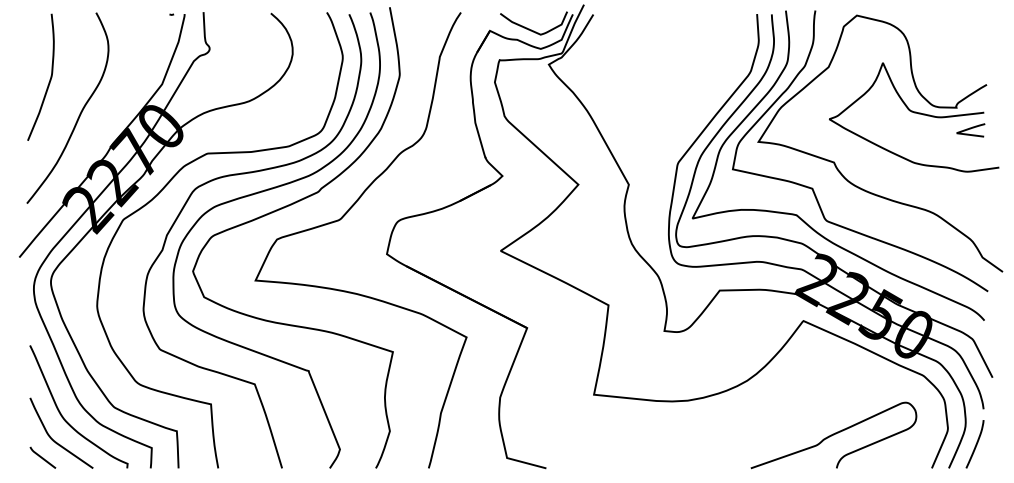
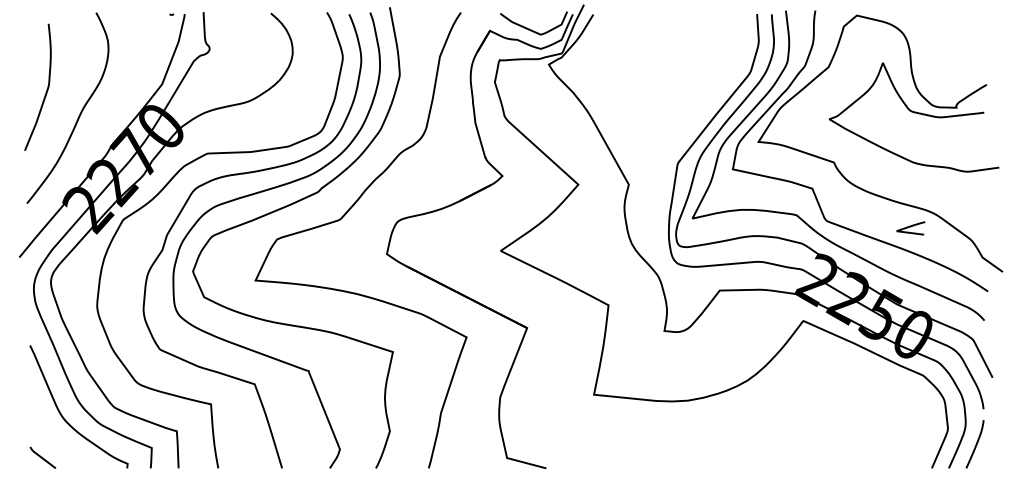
curve at (49, 79) position: (49, 79) -> (46, 89)
curve at (970, 129) position: (970, 129) -> (910, 227)
curve at (833, 435): present -> none
curve at (56, 441): present -> none
